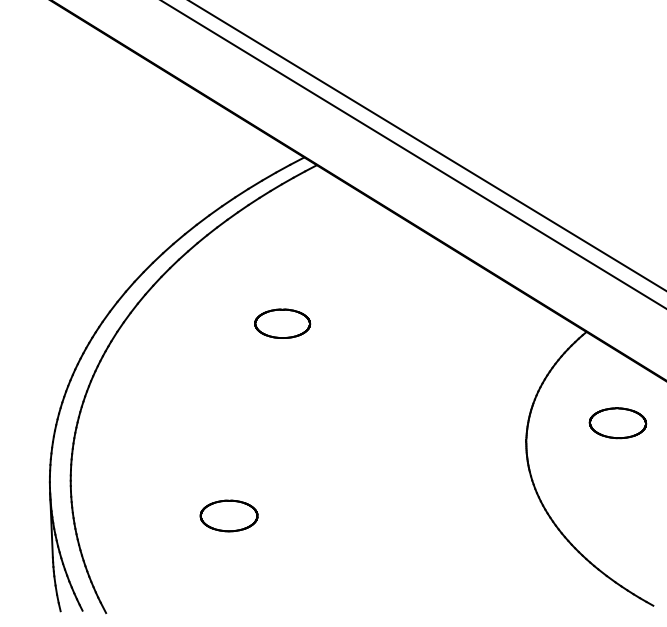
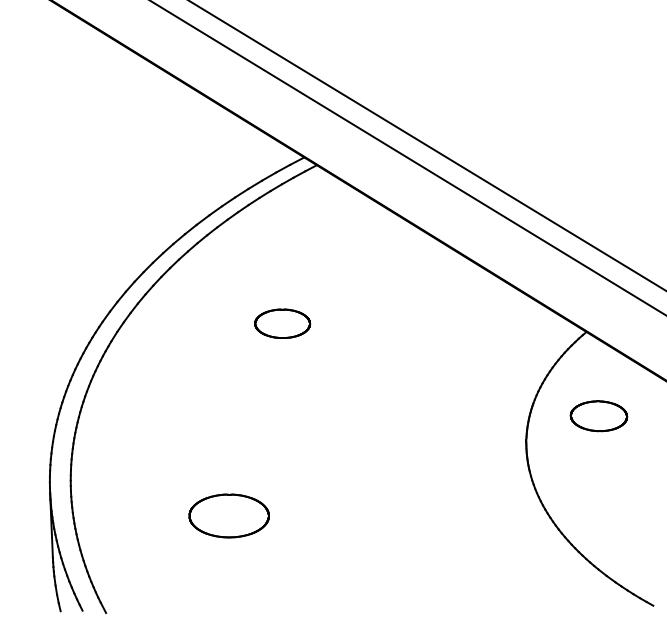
line at (413, 154) position: (413, 154) -> (407, 158)
part at (617, 423) position: (617, 423) -> (598, 416)
part at (228, 515) size: 60x34 px -> 82x46 px
